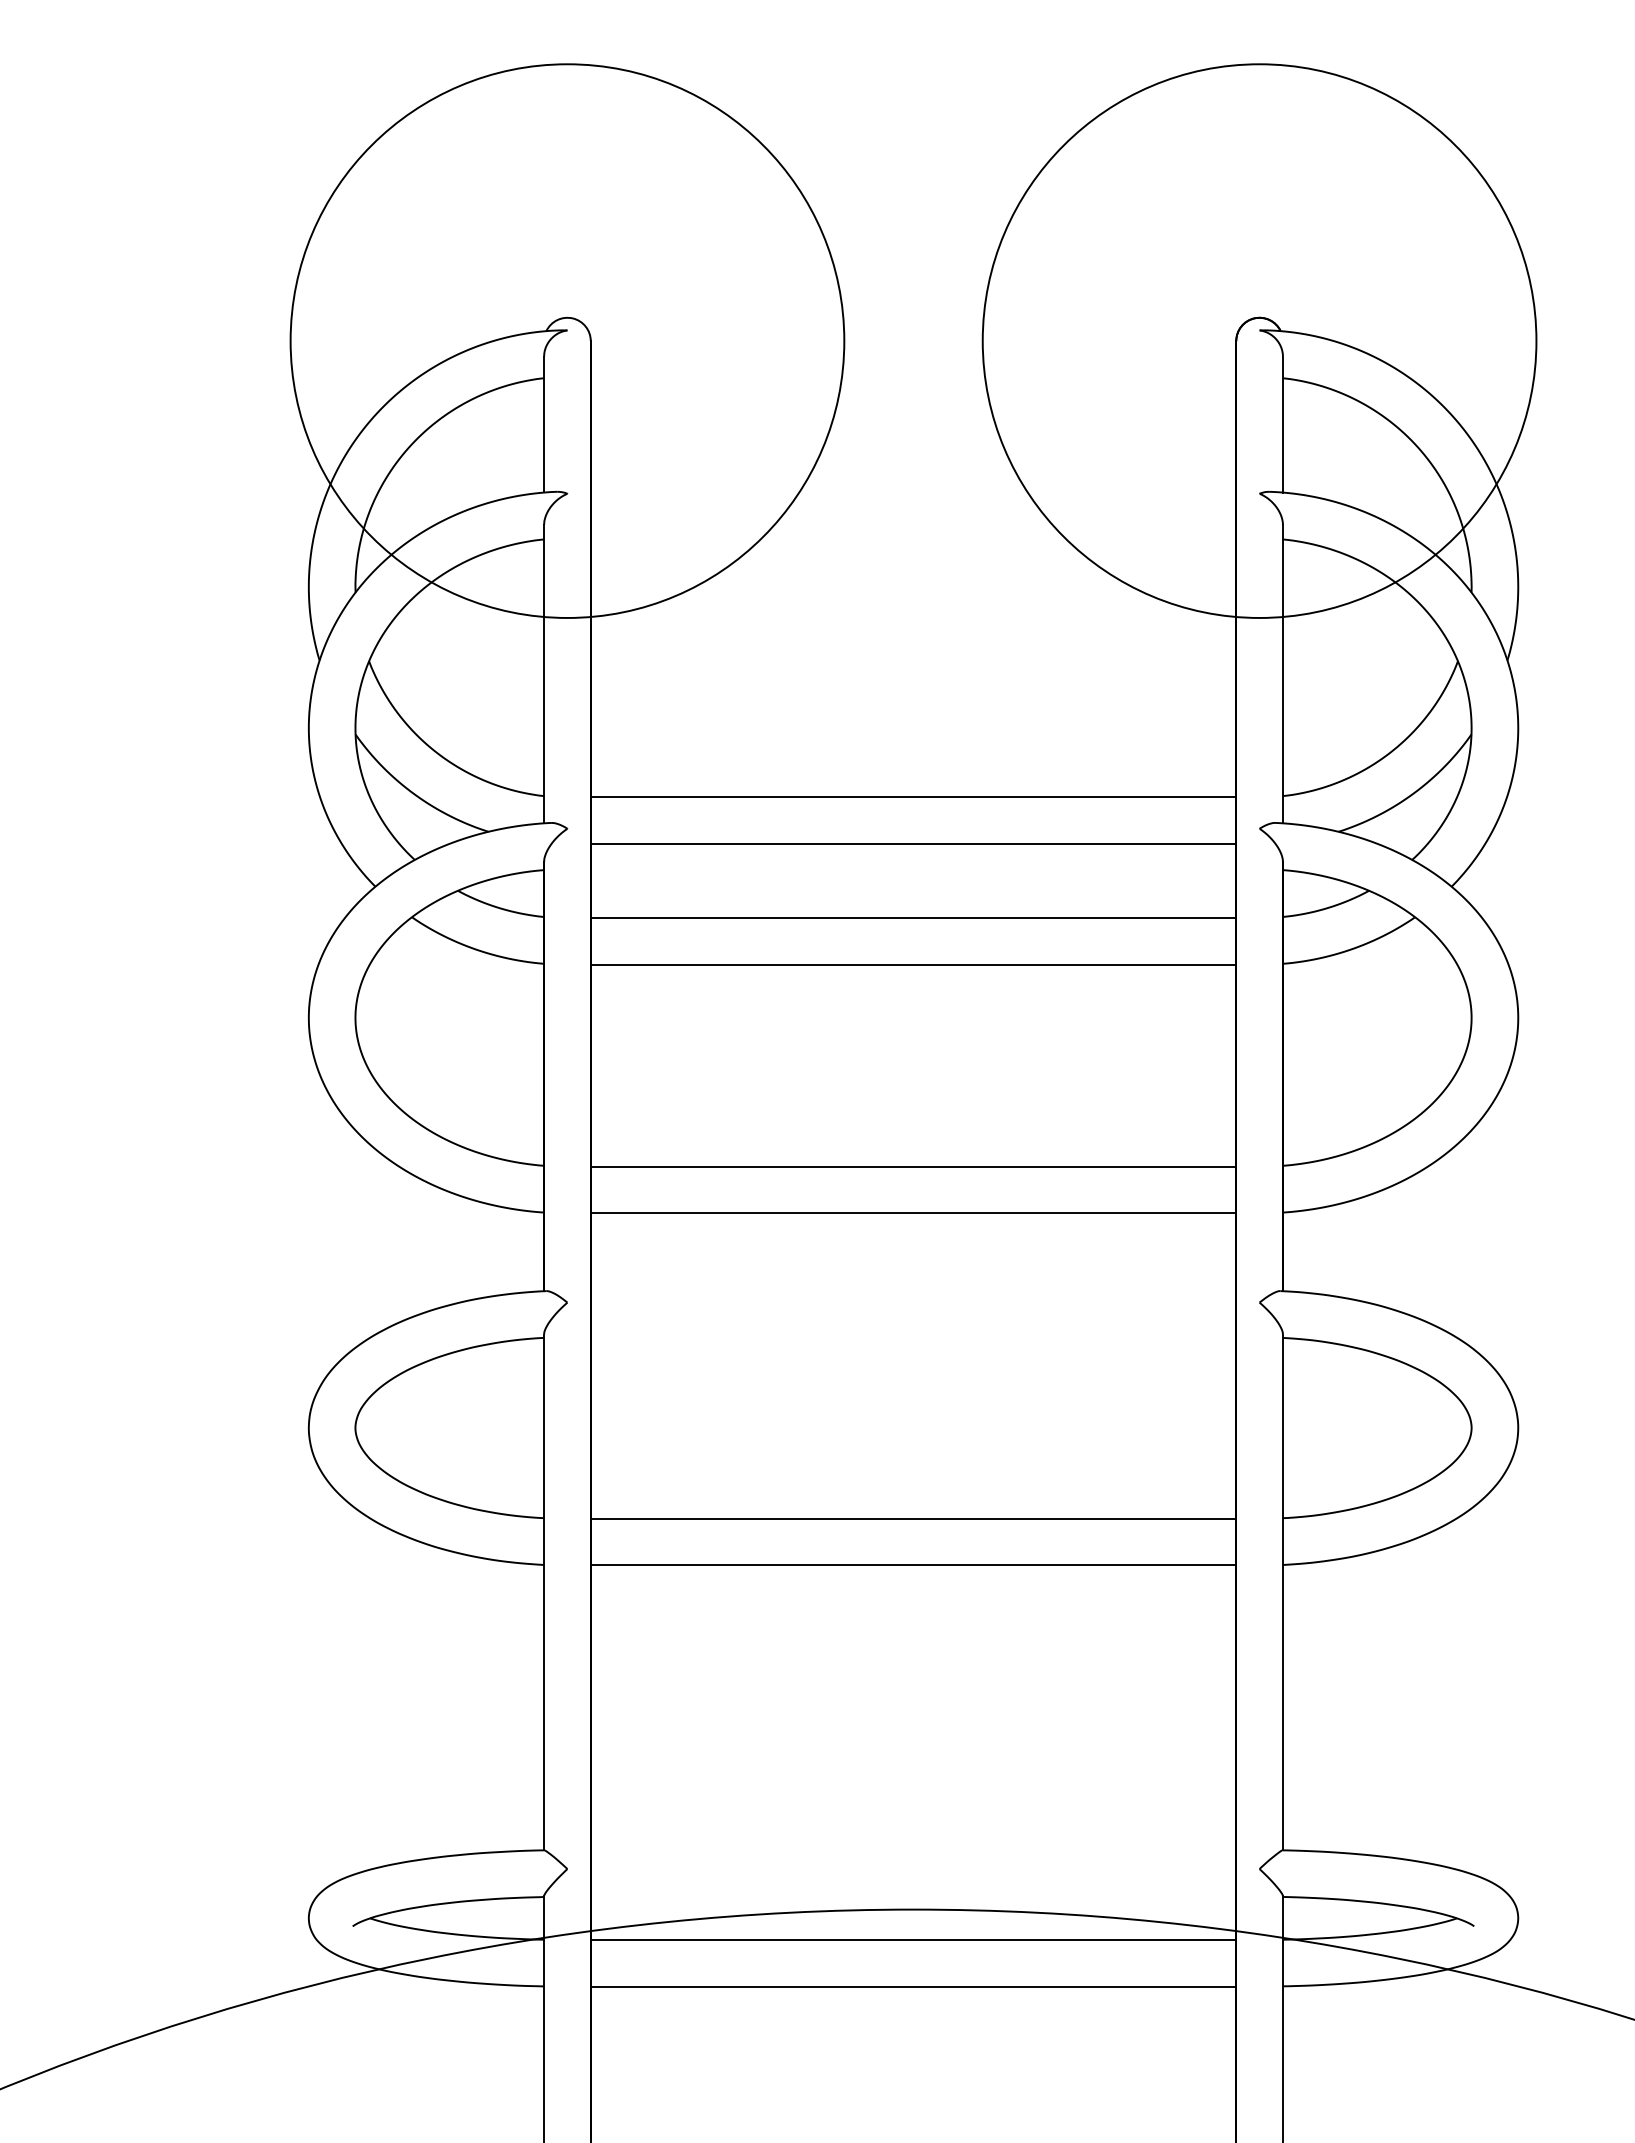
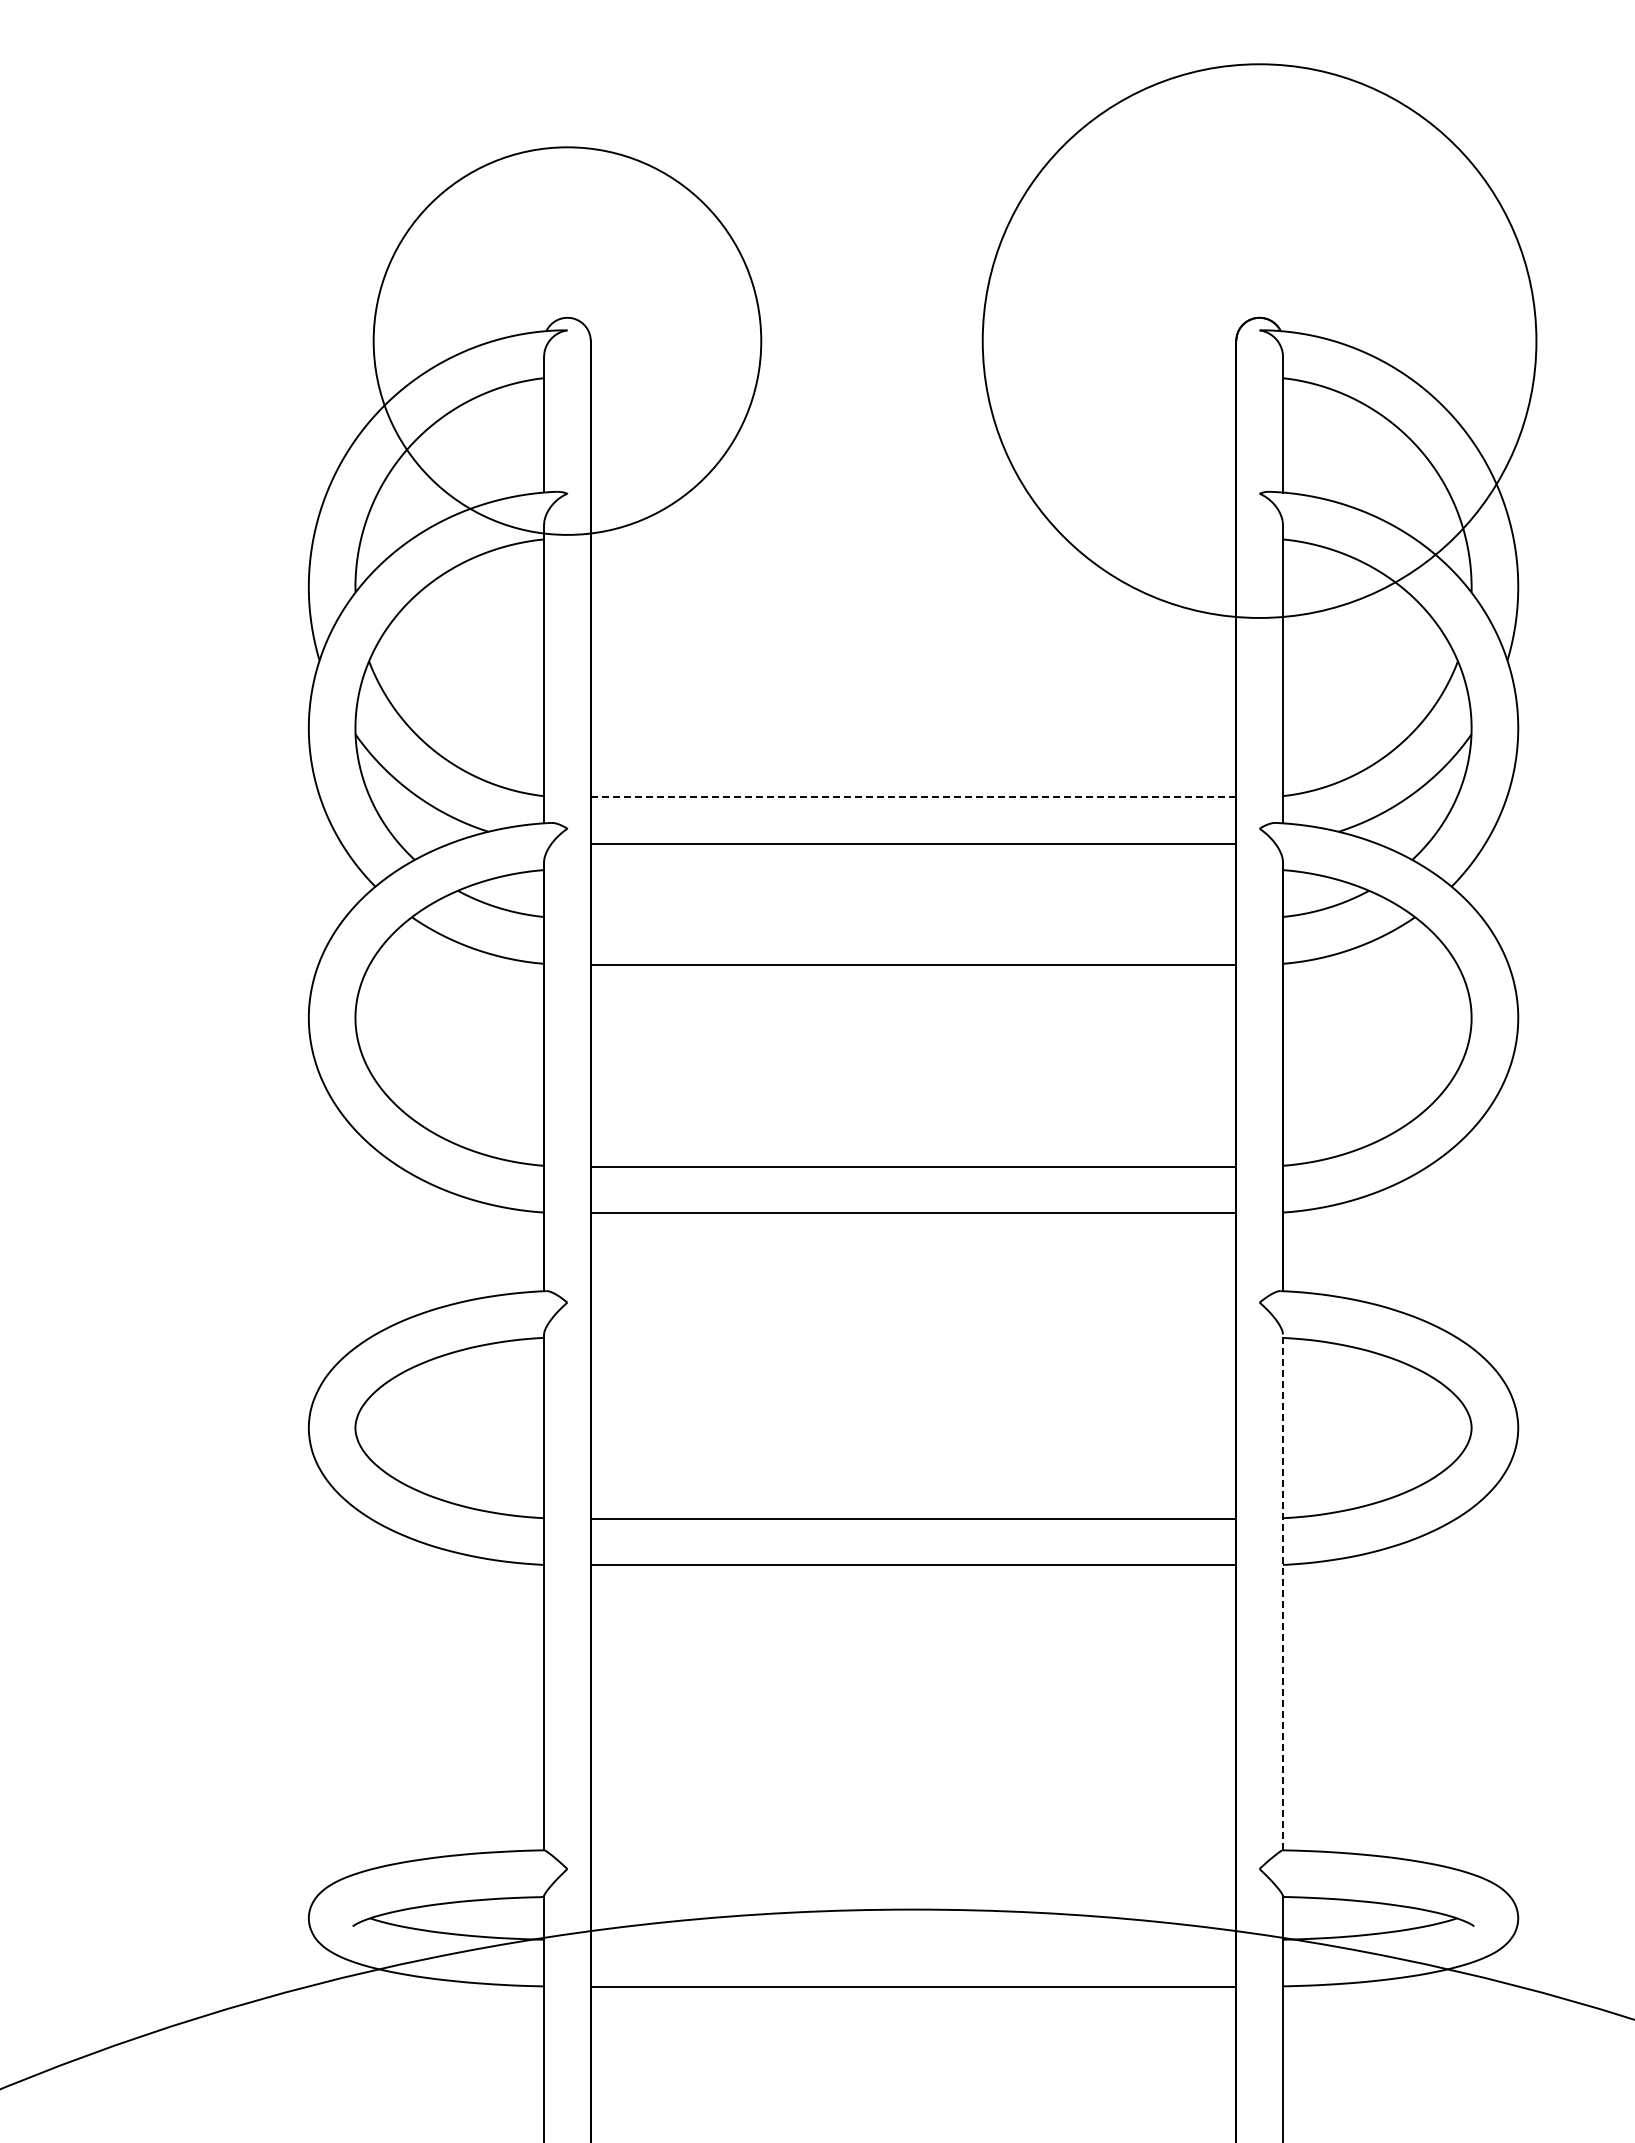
circle at (567, 340) diameter: 554 px -> 388 px
line at (913, 797): solid -> dashed
line at (913, 918): present -> none
line at (1282, 1592): solid -> dashed
line at (913, 1939): present -> none
